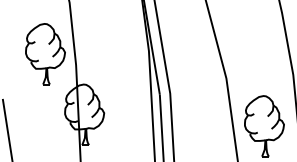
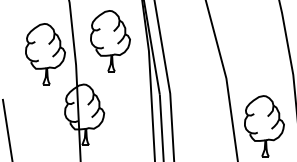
part at (110, 41): none -> present
